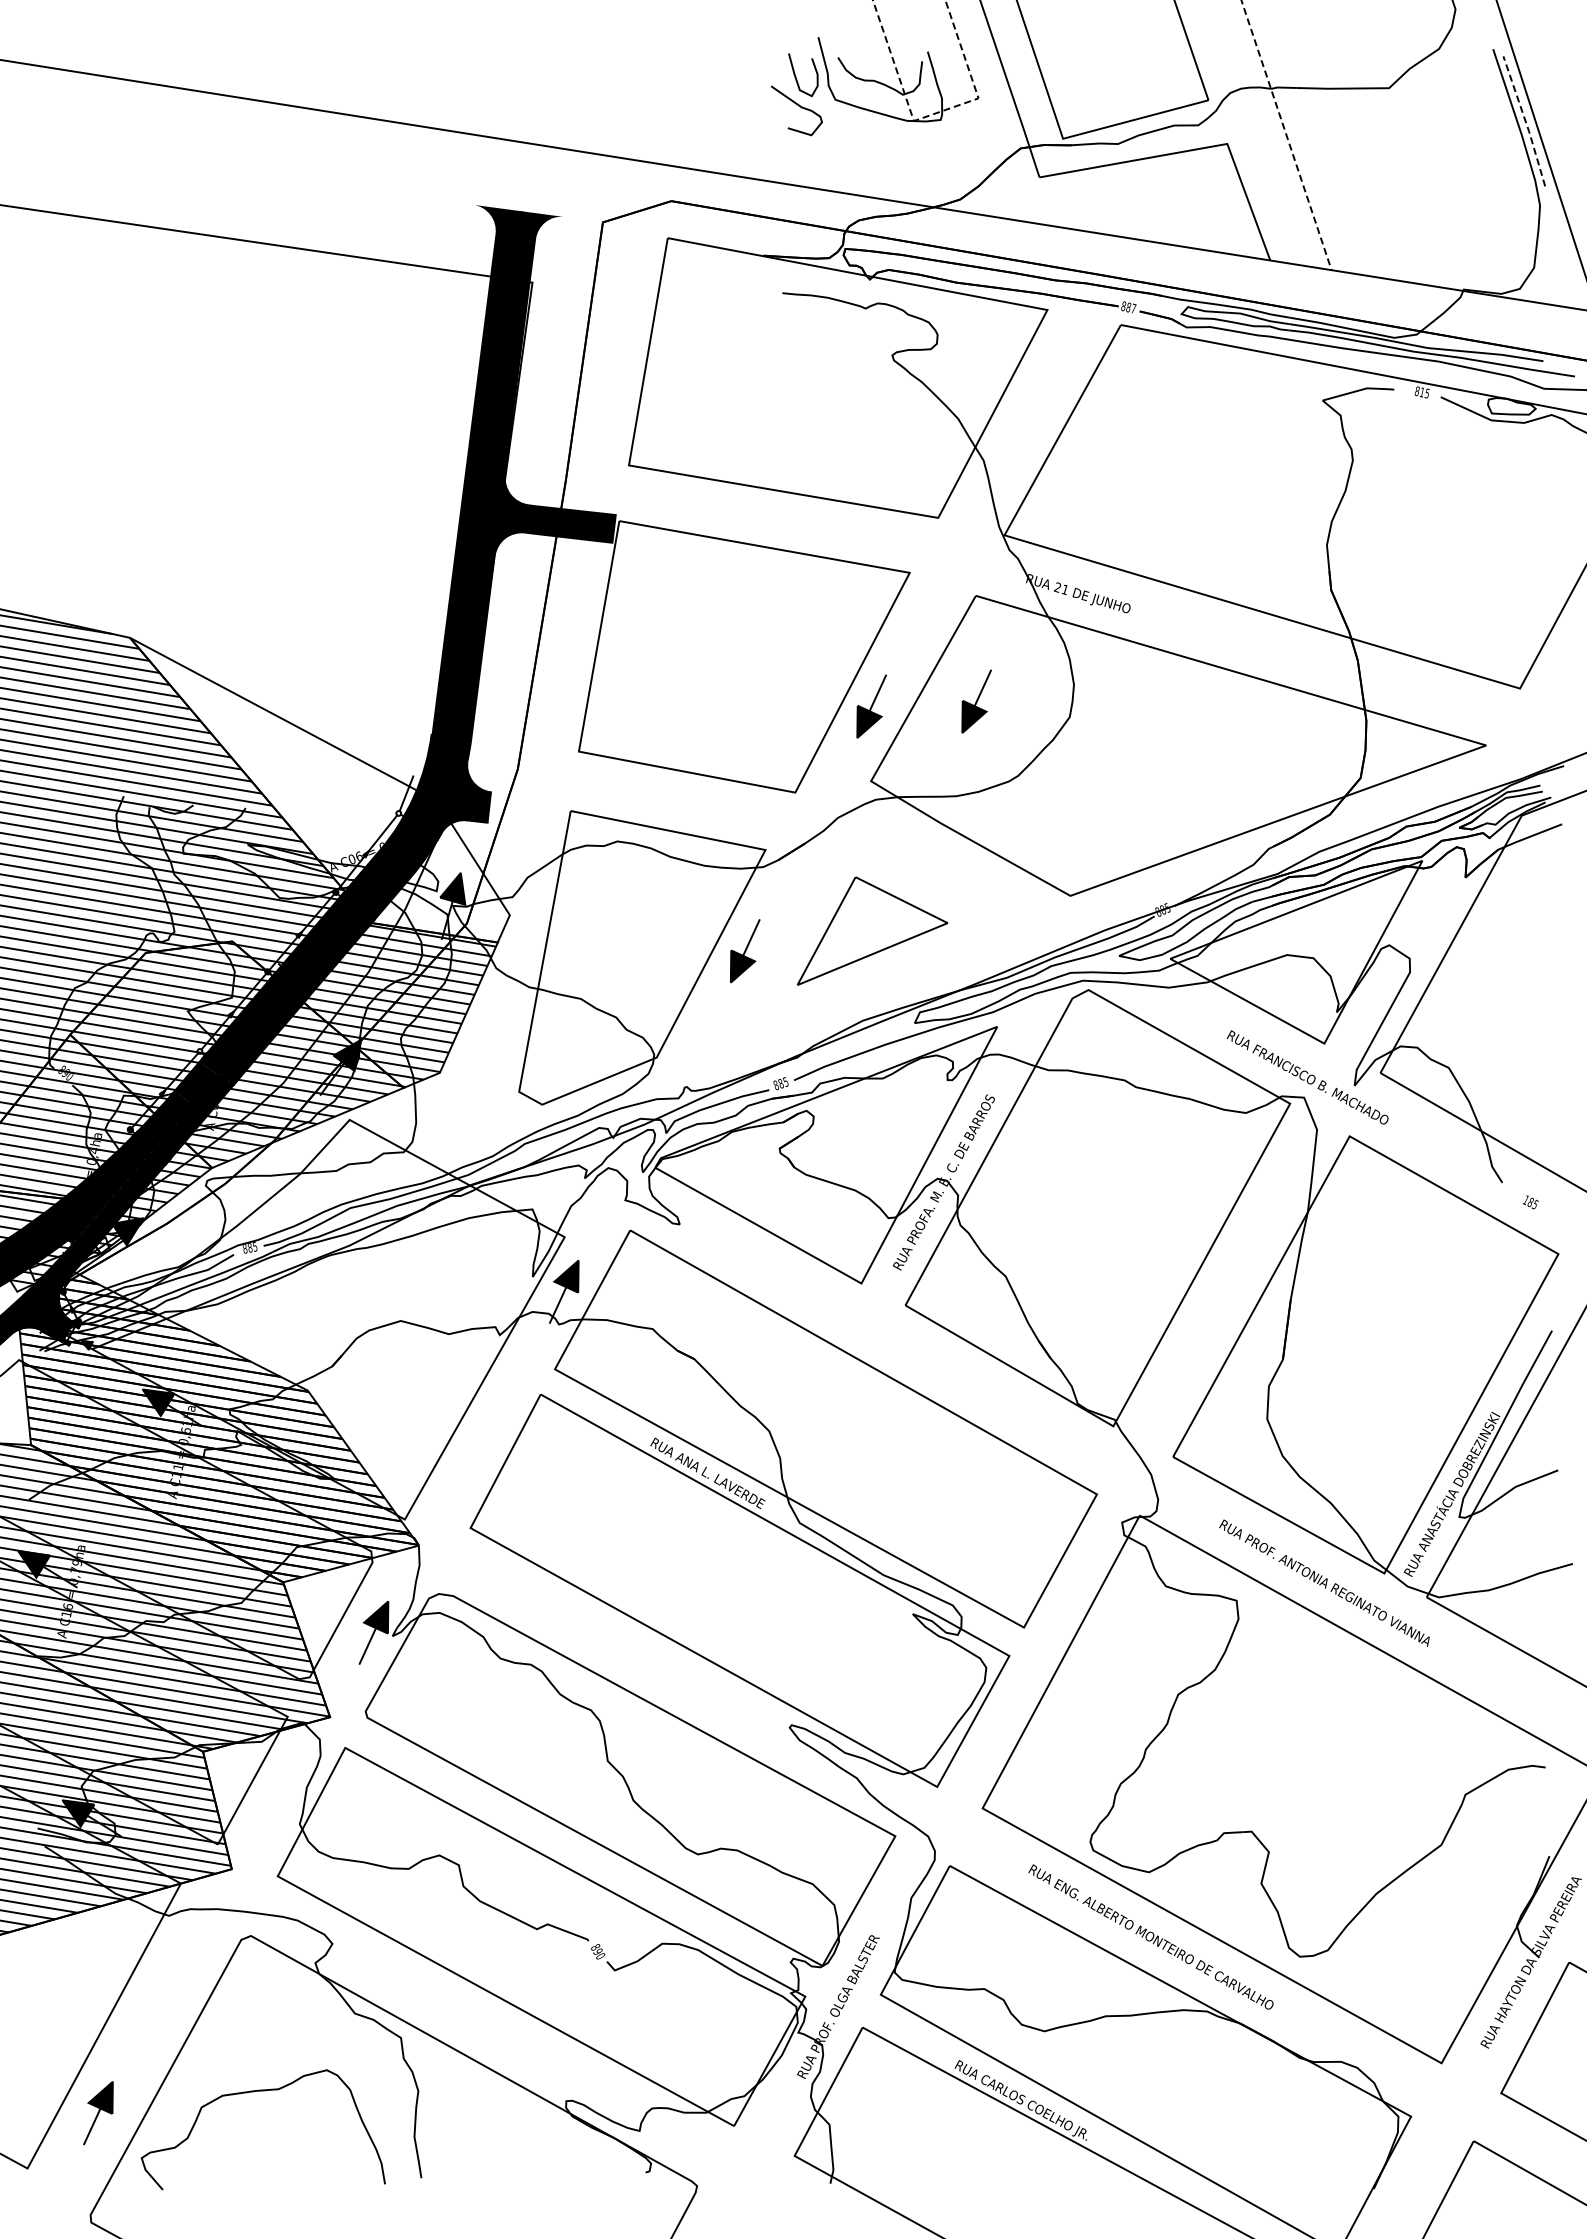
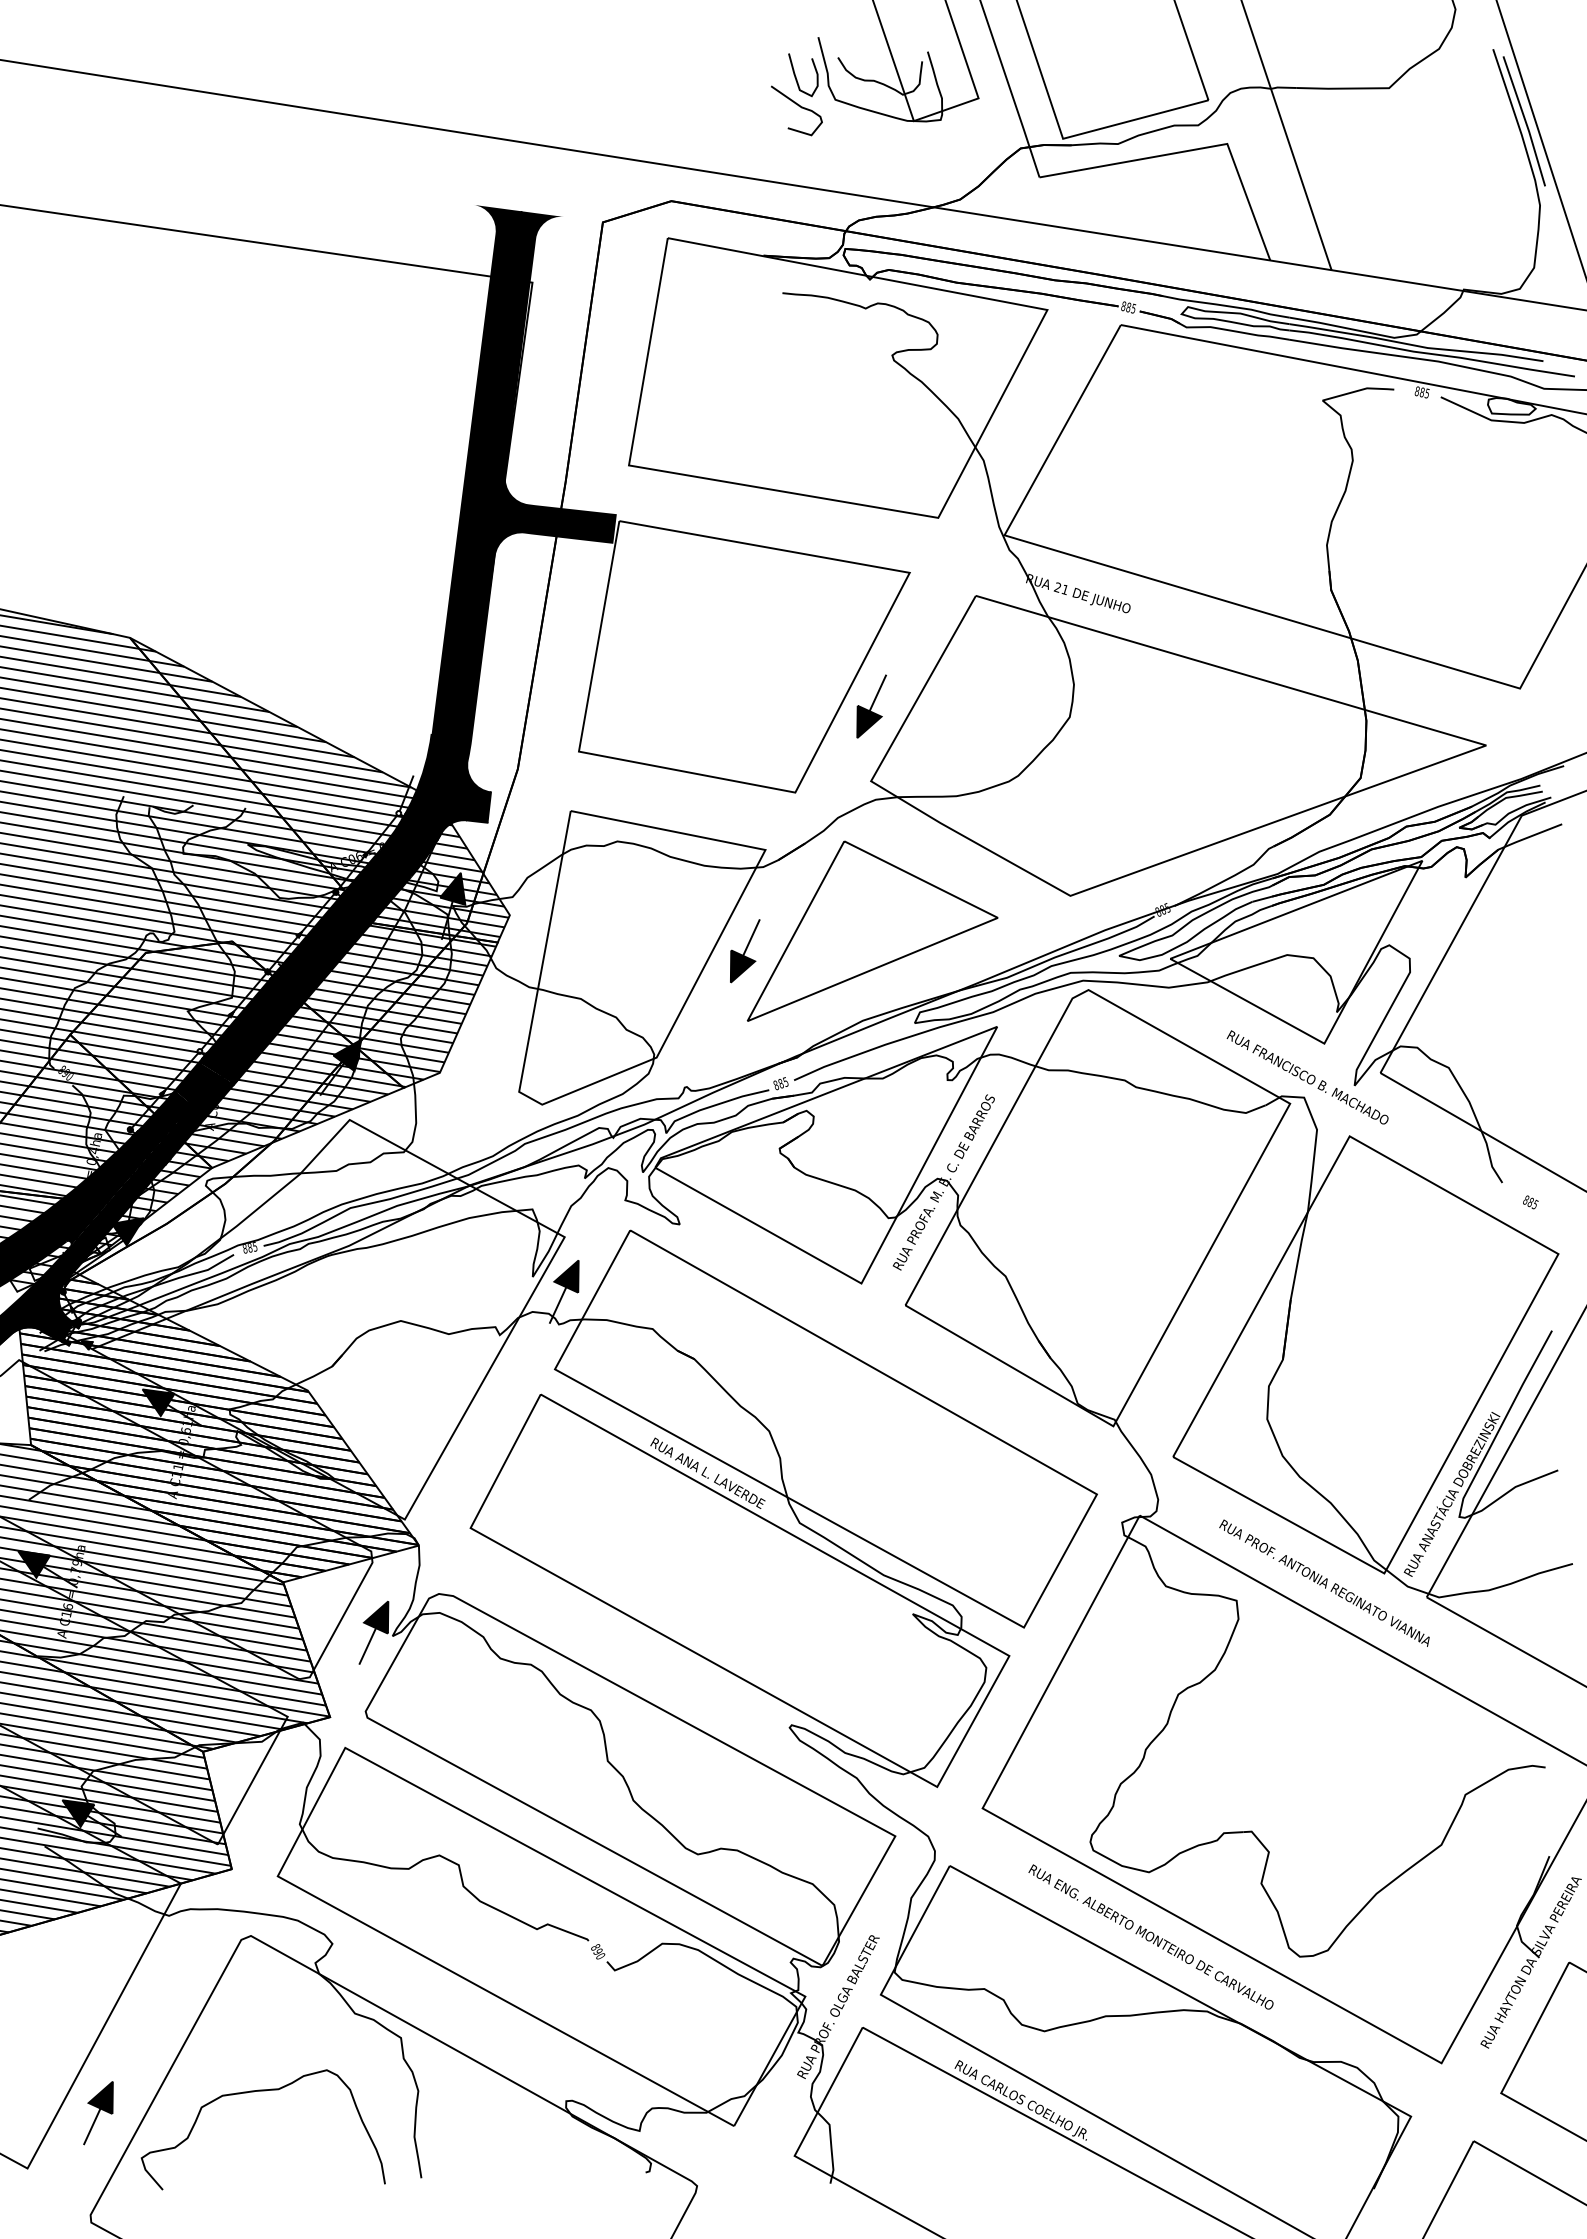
line at (934, 113): dashed -> solid
line at (1525, 121): dashed -> solid
line at (1286, 135): dashed -> solid
text at (1133, 308): 887 -> 885
text at (1421, 392): 815 -> 885
part at (976, 701): present -> none
hatch at (323, 792): none -> present
part at (872, 930) size: 153x110 px -> 253x182 px
text at (1525, 1200): 185 -> 885
